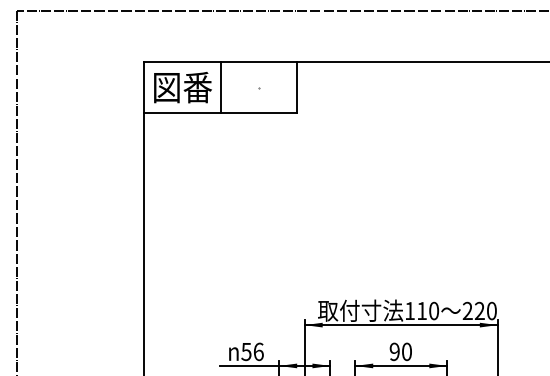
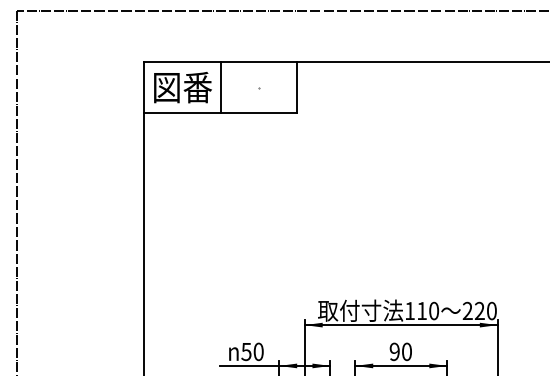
text at (258, 351): 56 -> 50
